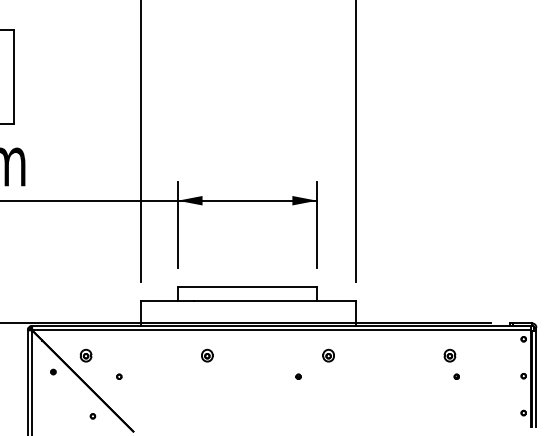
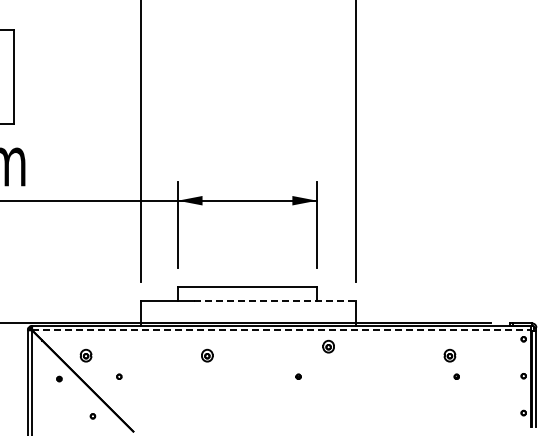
line at (275, 301): solid -> dashed
line at (281, 330): solid -> dashed
part at (328, 355) position: (328, 355) -> (328, 346)
part at (53, 371) position: (53, 371) -> (59, 378)
